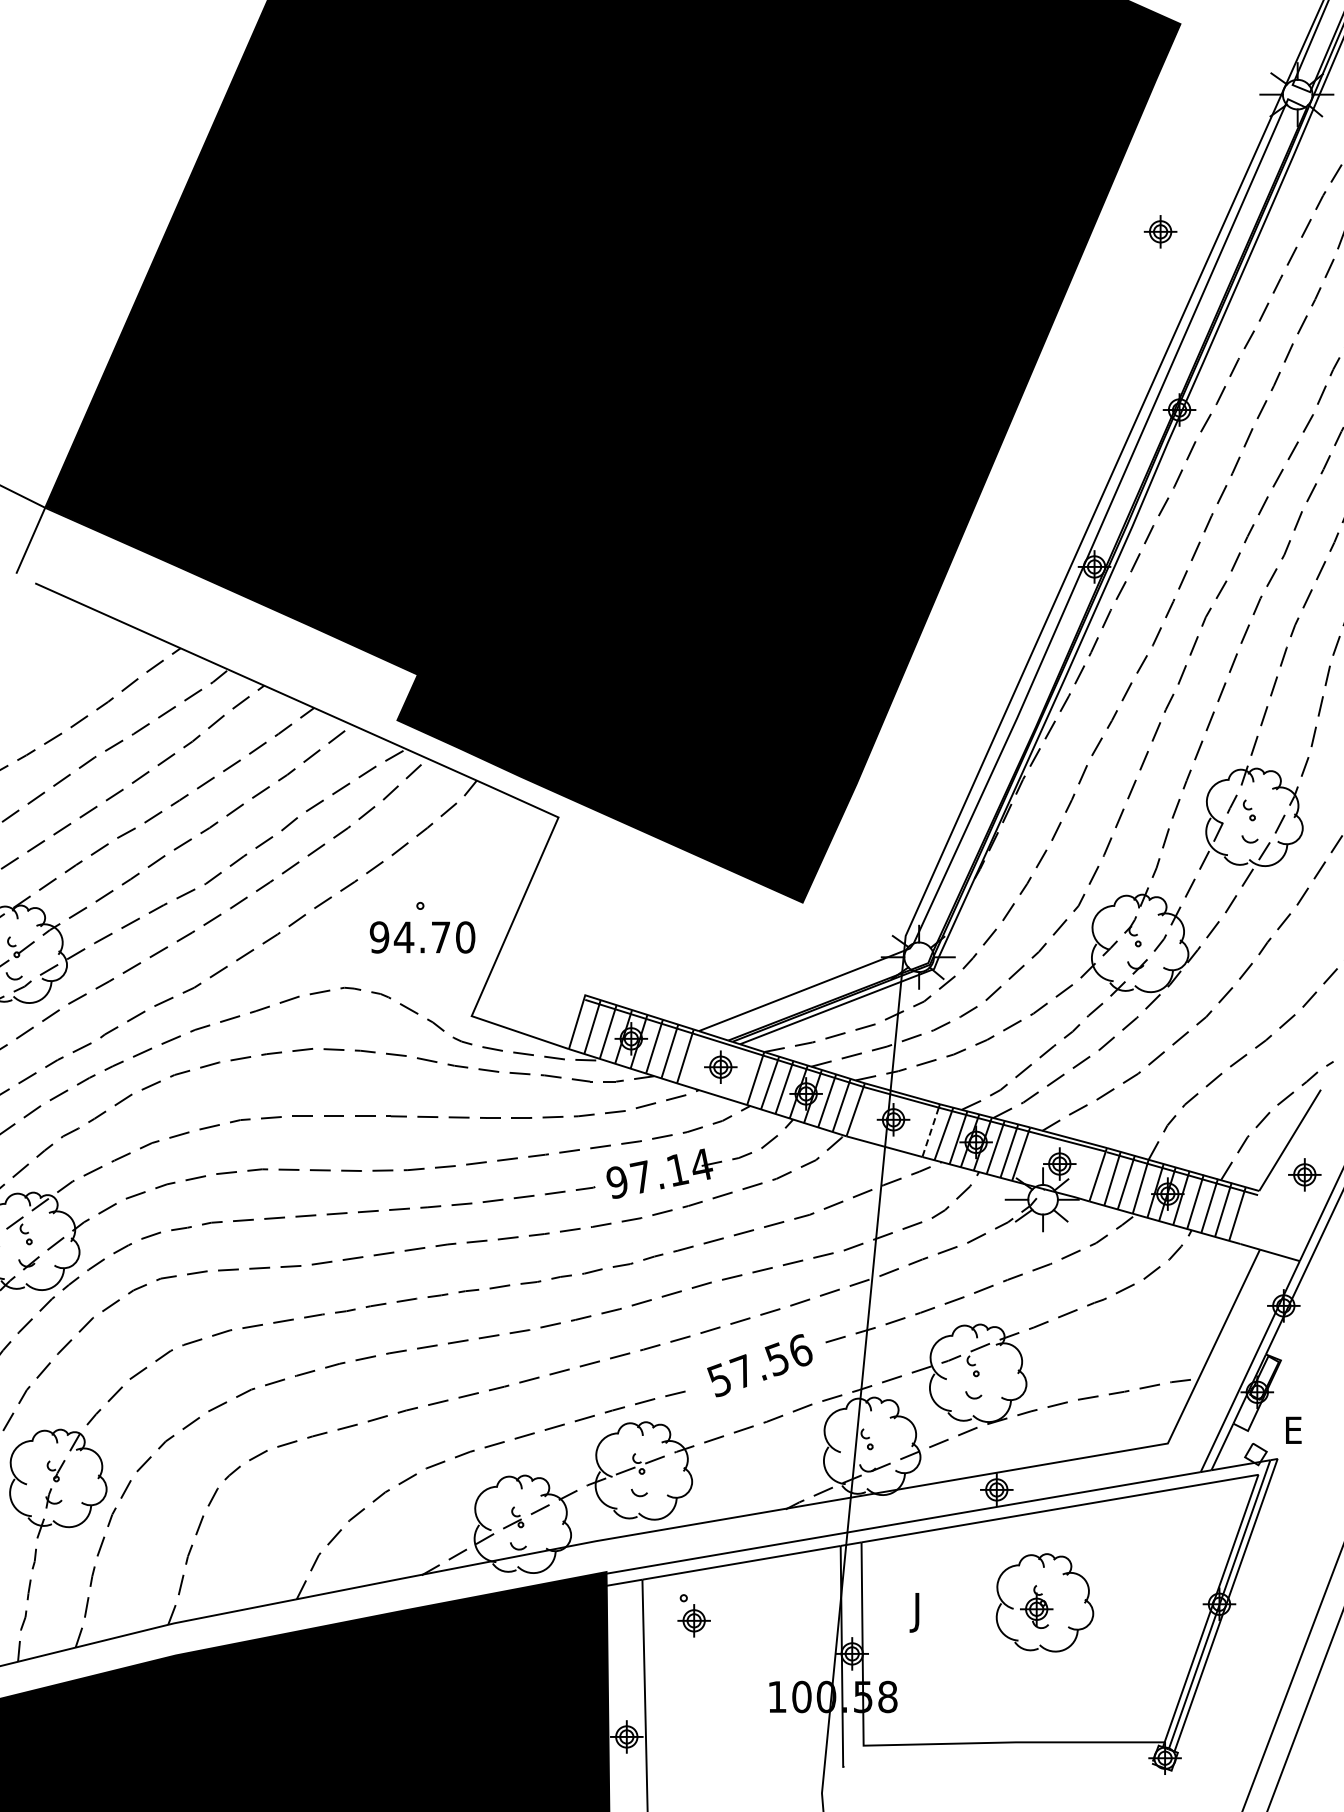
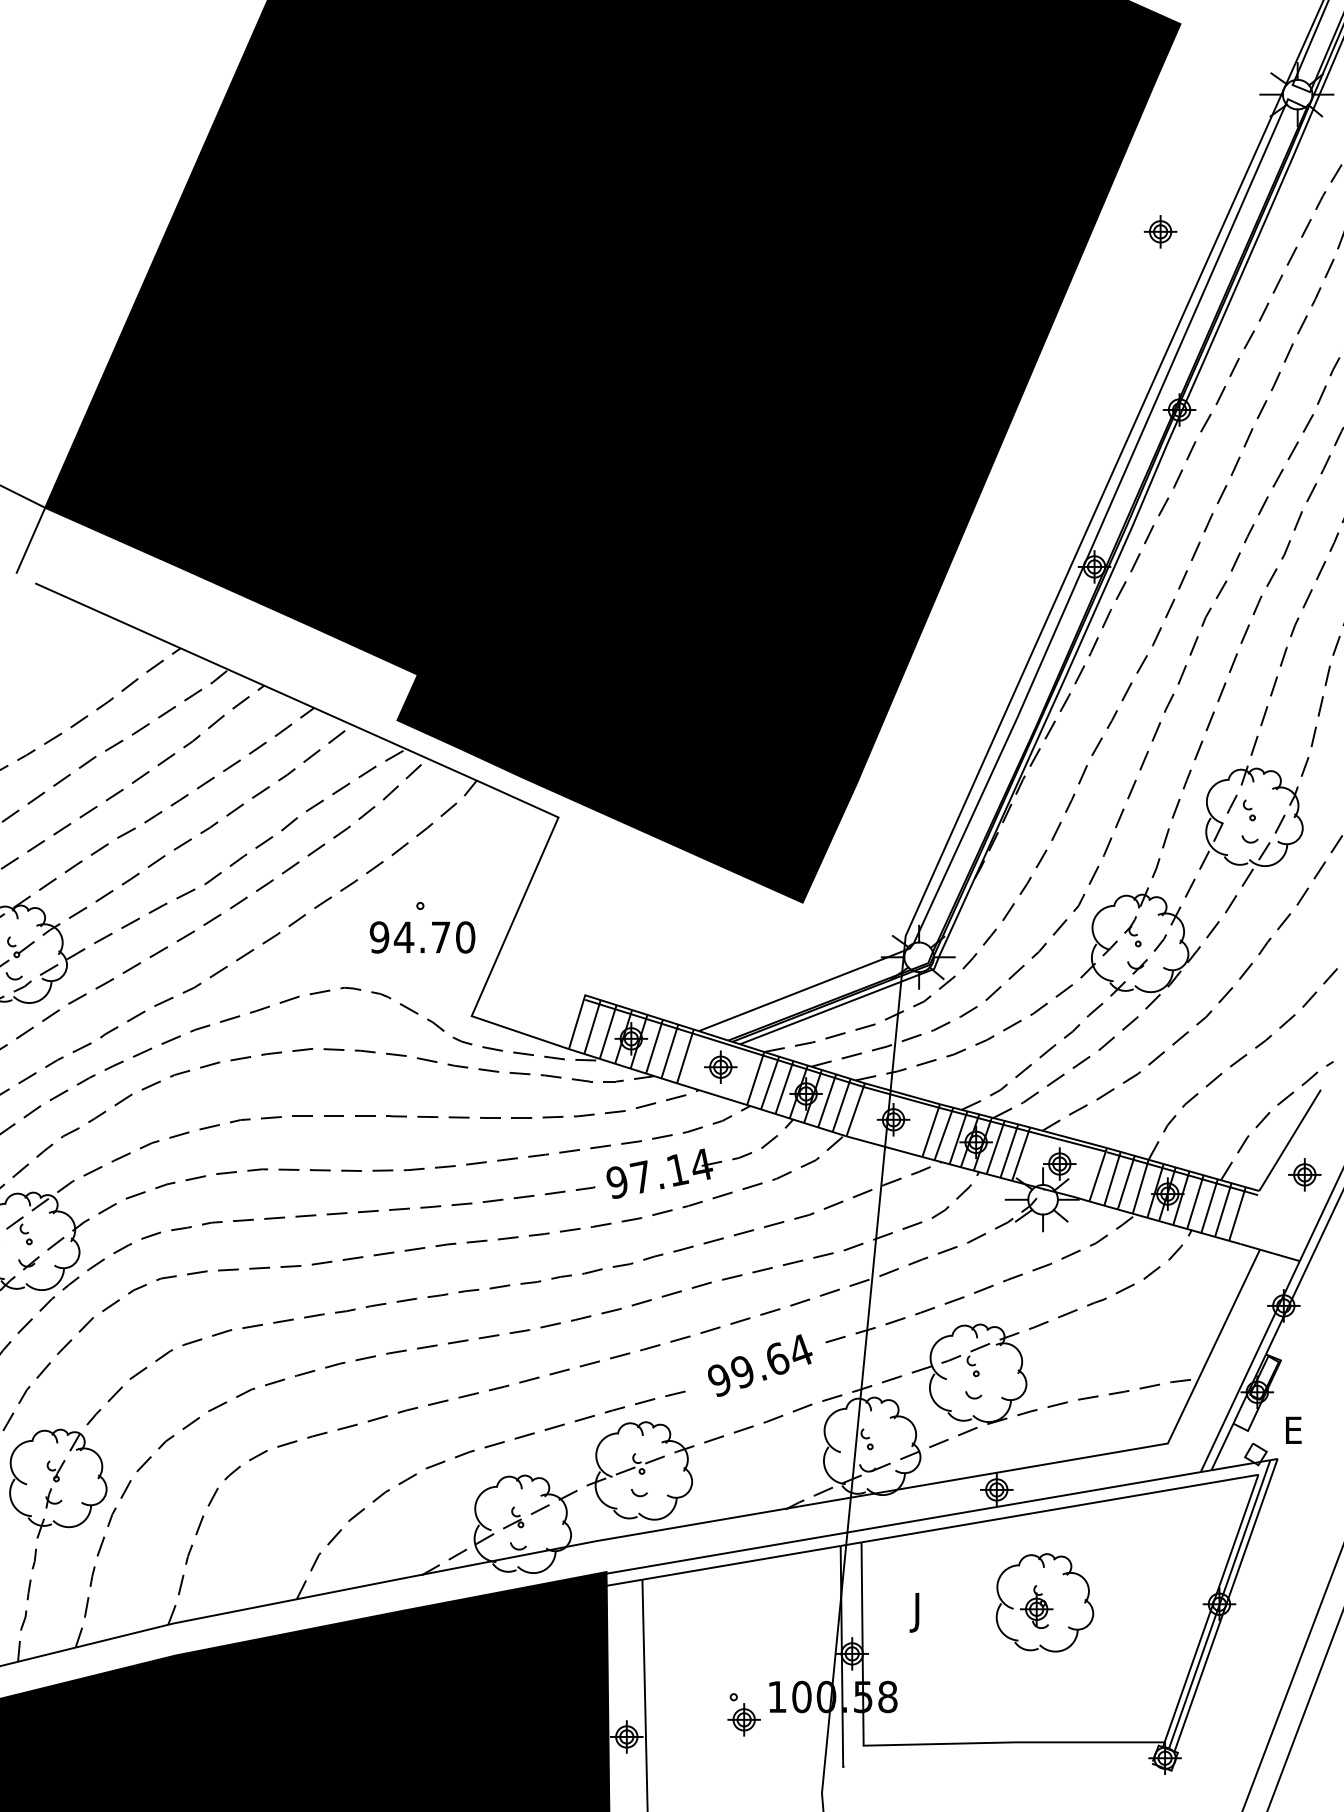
line at (930, 1132): dashed -> solid
text at (759, 1365): 57.56 -> 99.64
part at (693, 1615) position: (693, 1615) -> (743, 1714)
